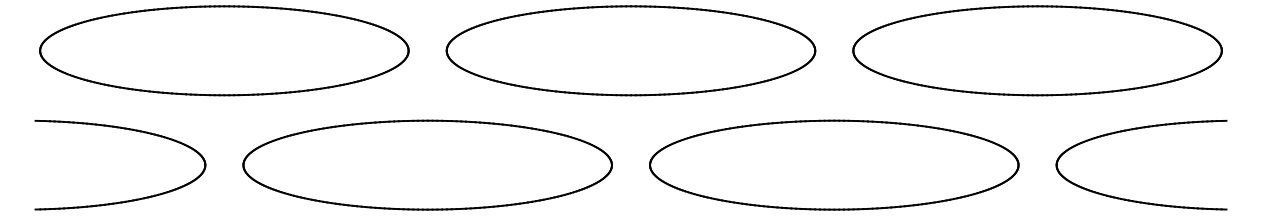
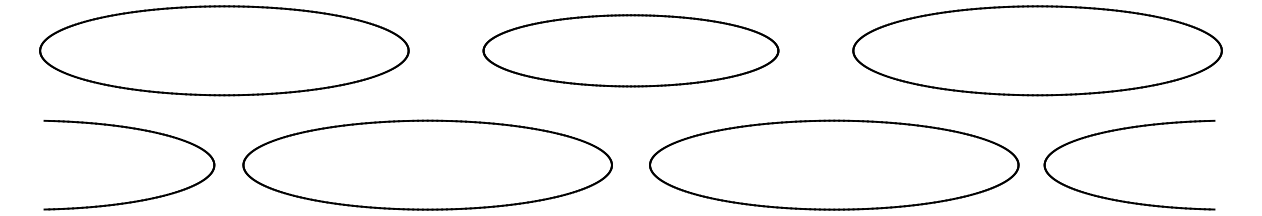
part at (630, 50) size: 372x92 px -> 298x74 px
part at (123, 129) position: (123, 129) -> (132, 129)
part at (1138, 129) position: (1138, 129) -> (1126, 129)
